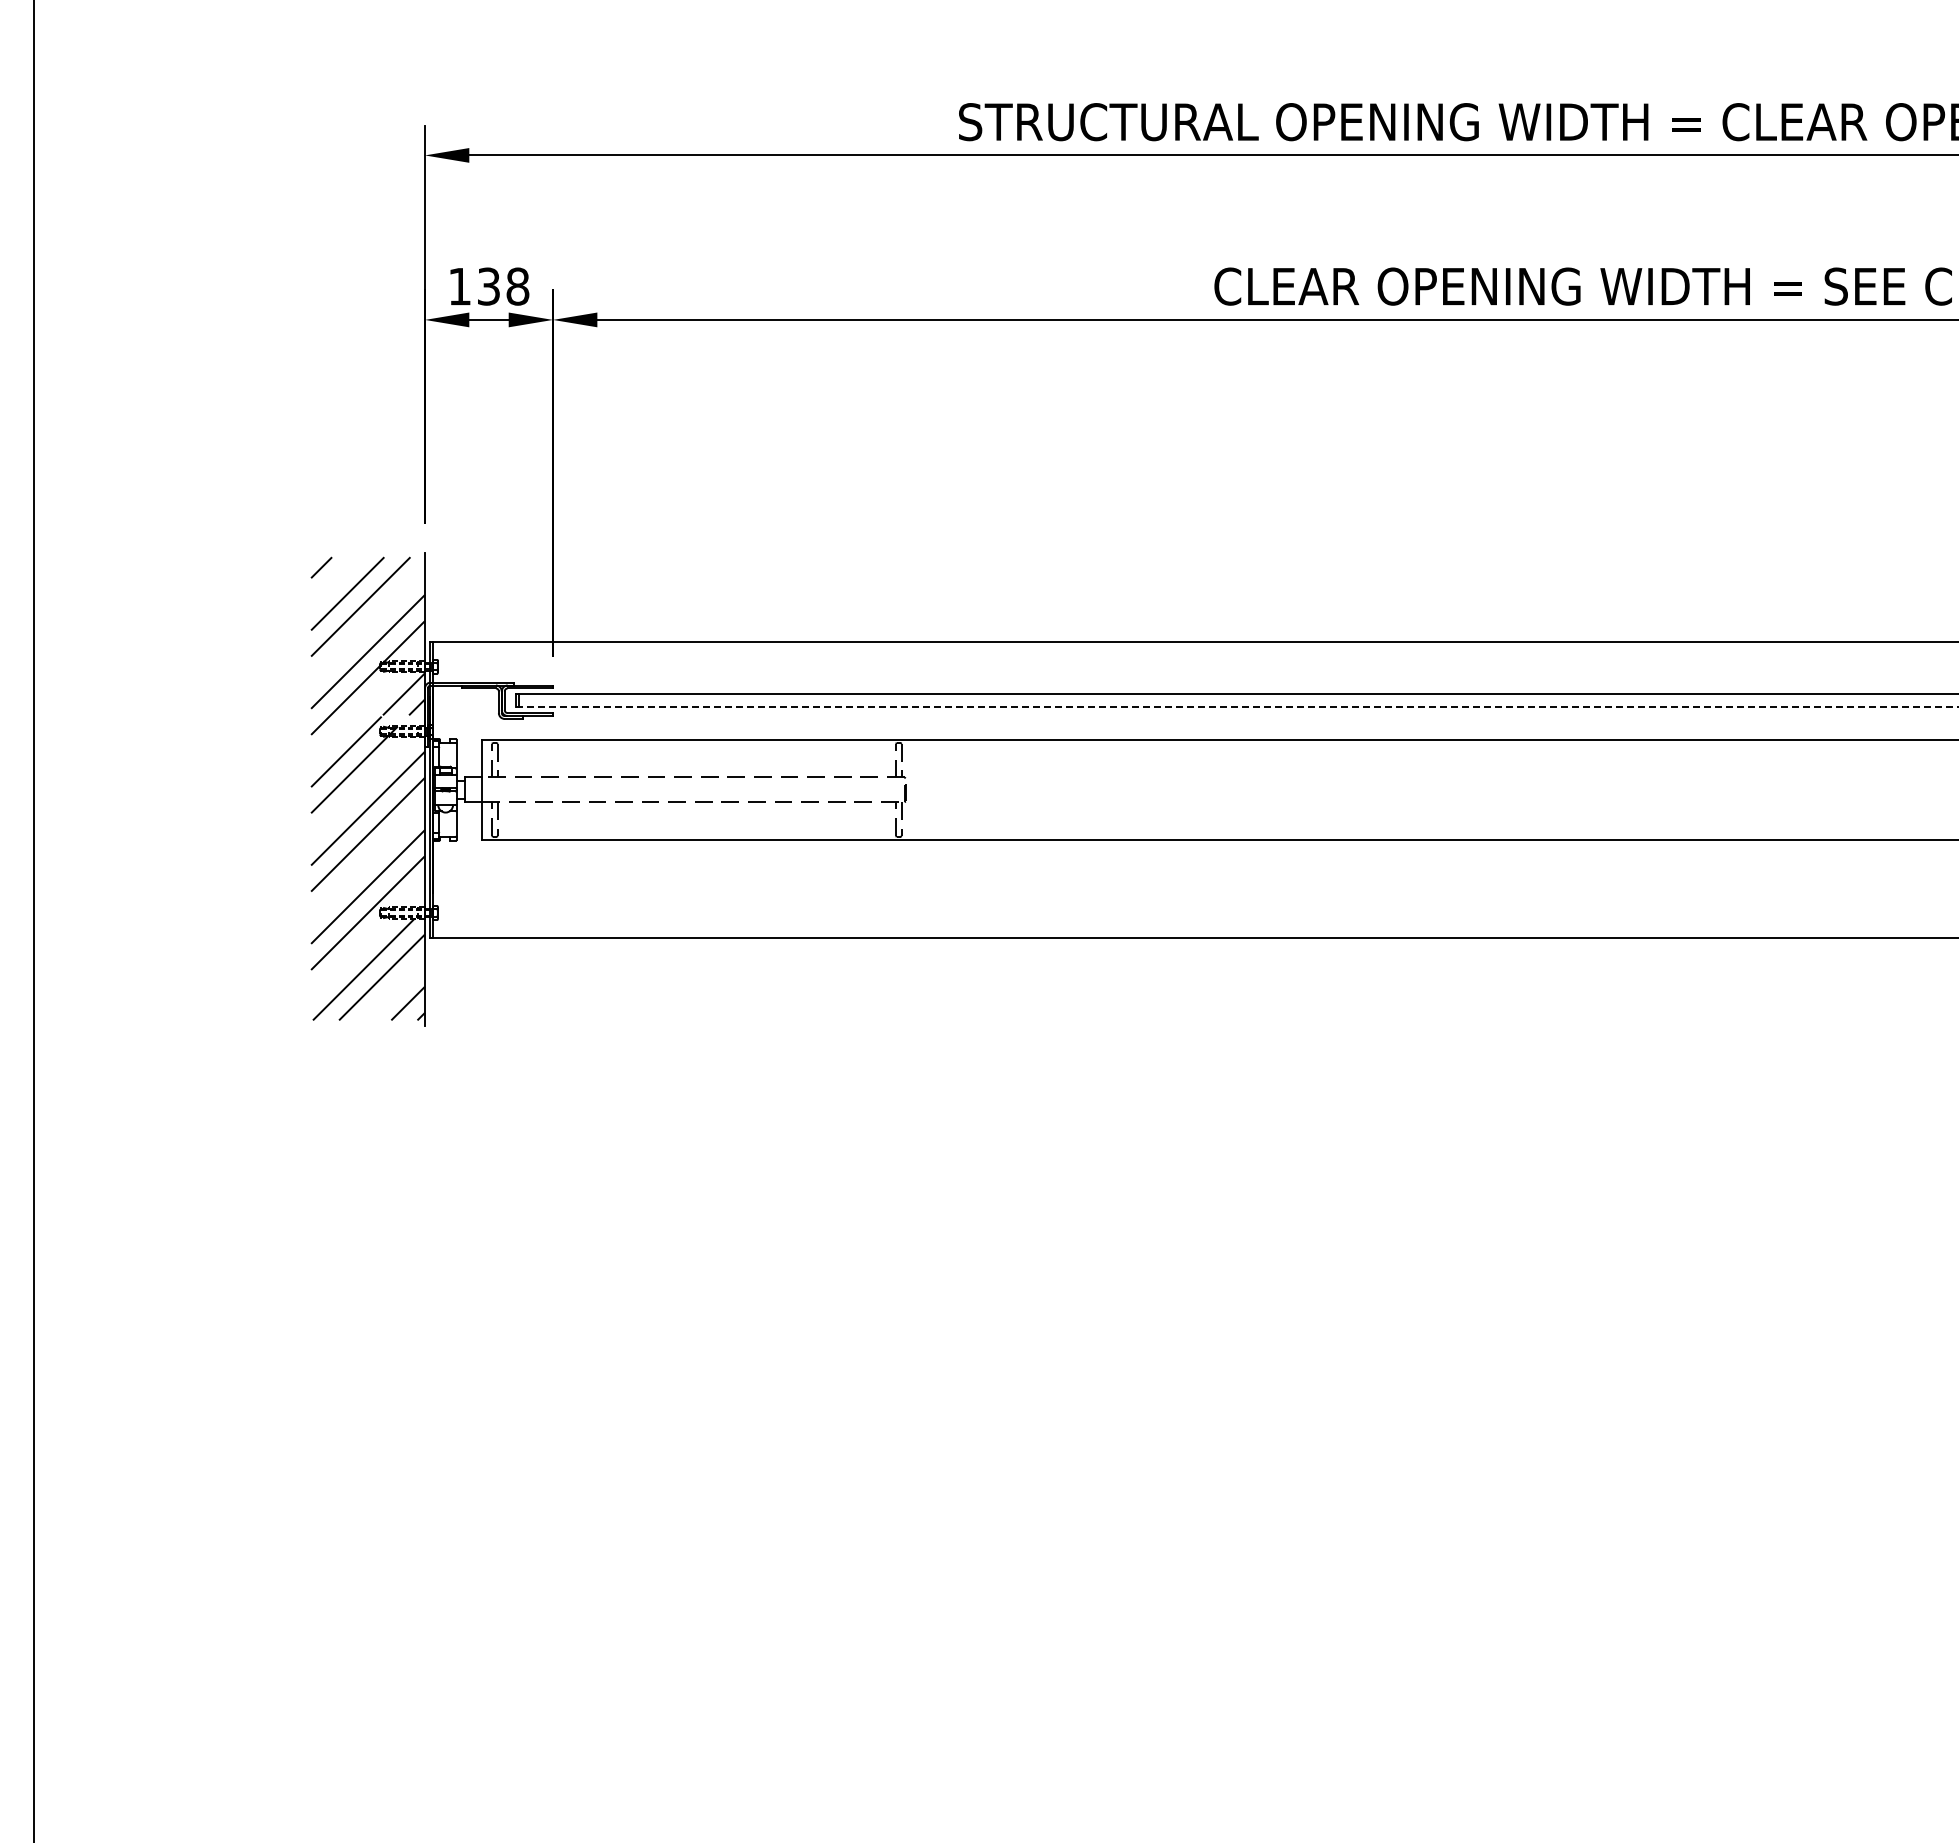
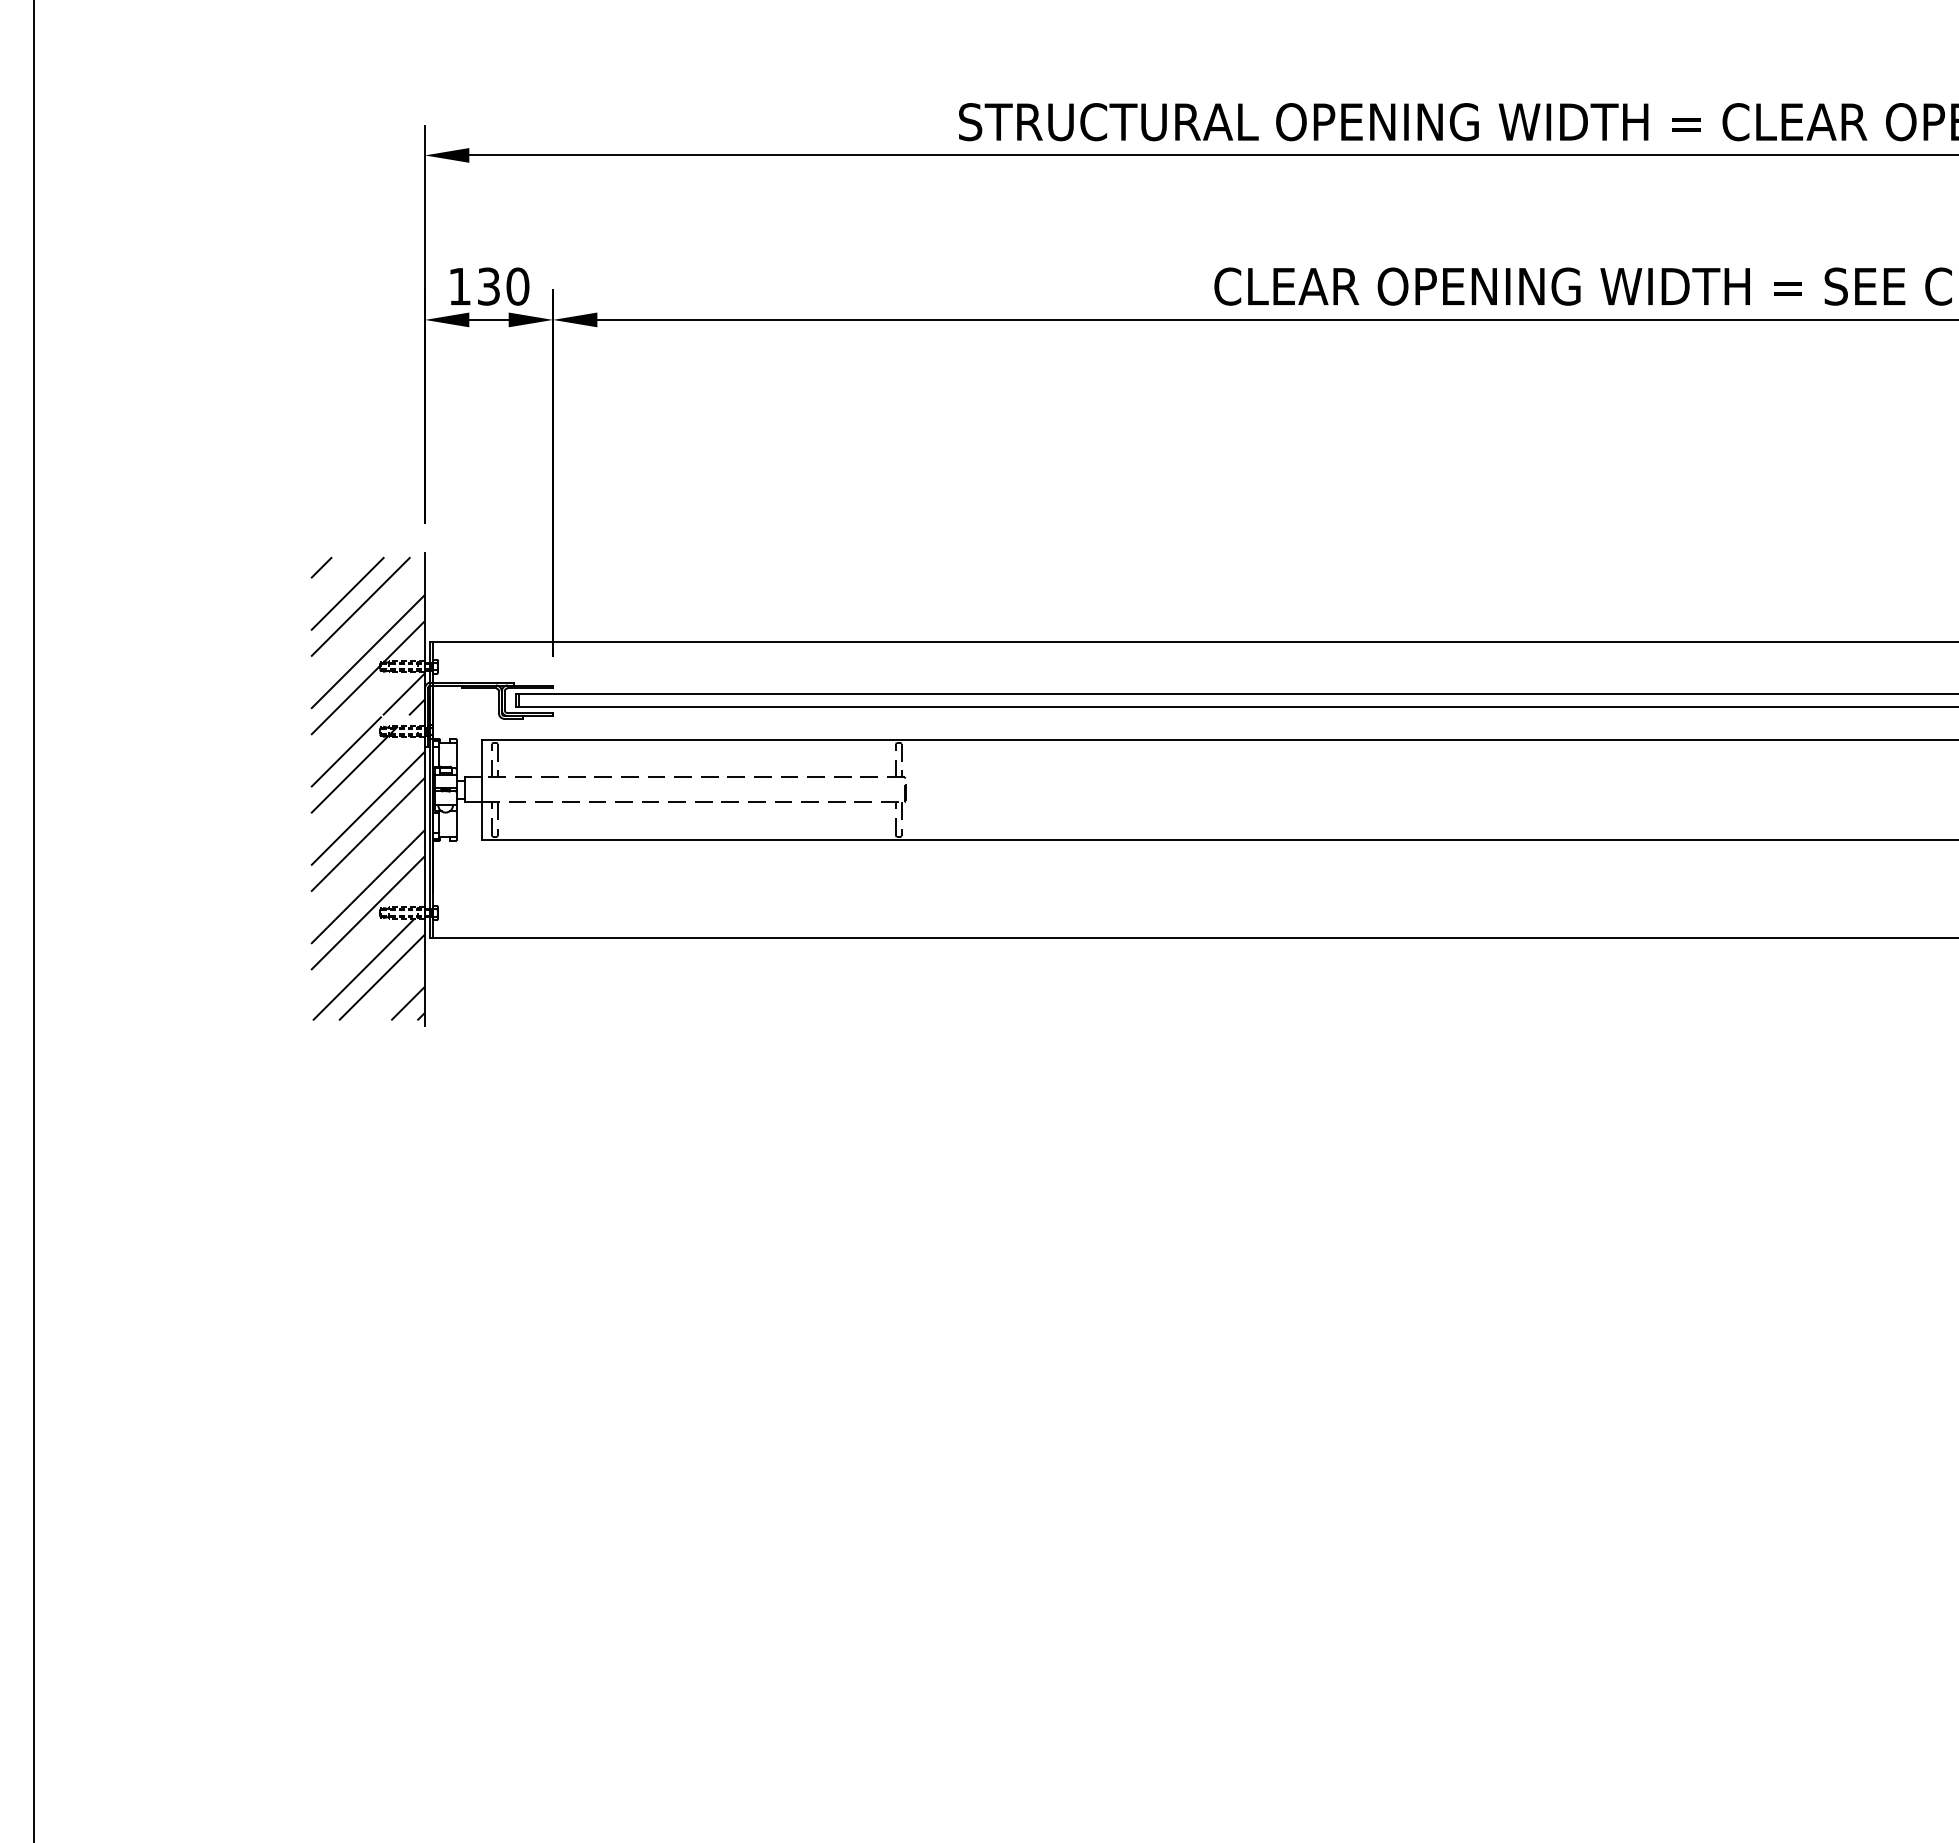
text at (517, 286): 138 -> 130
line at (1237, 707): dashed -> solid
